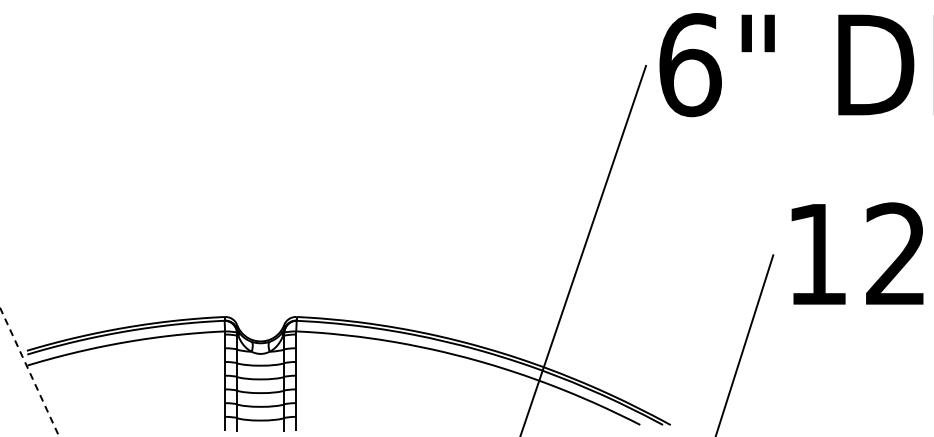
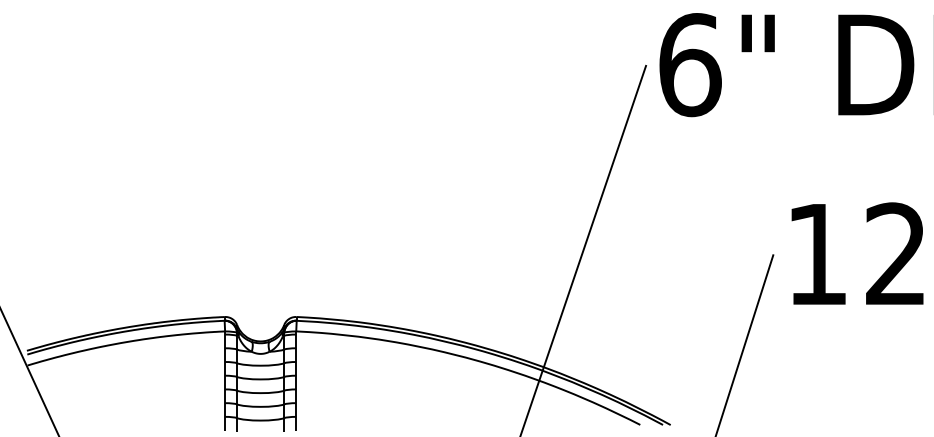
line at (29, 372): dashed -> solid
